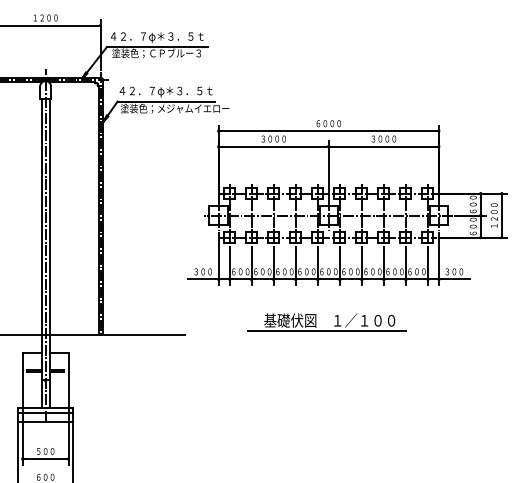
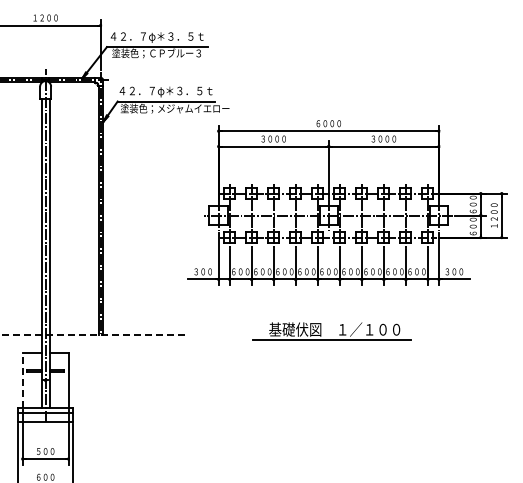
part at (326, 330) position: (326, 330) -> (331, 339)
line at (92, 334): solid -> dashed
line at (22, 380): solid -> dashed
